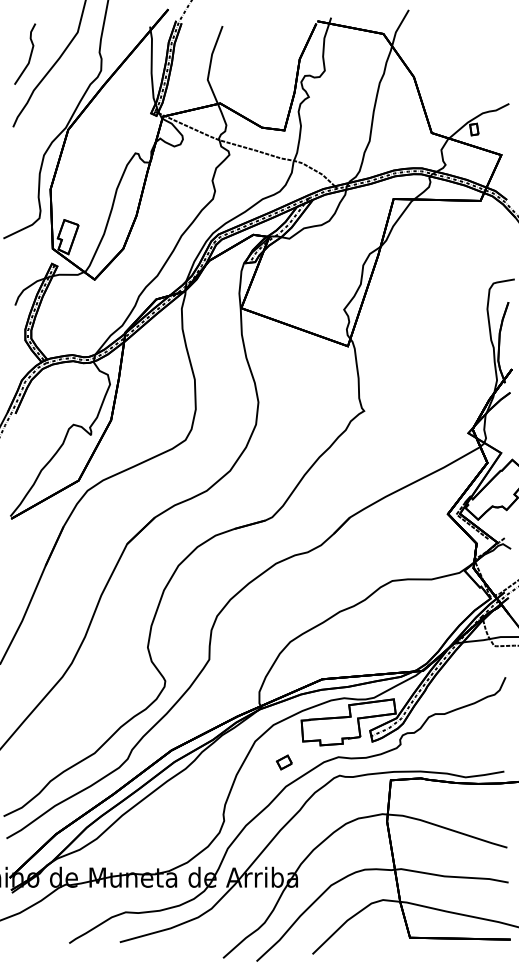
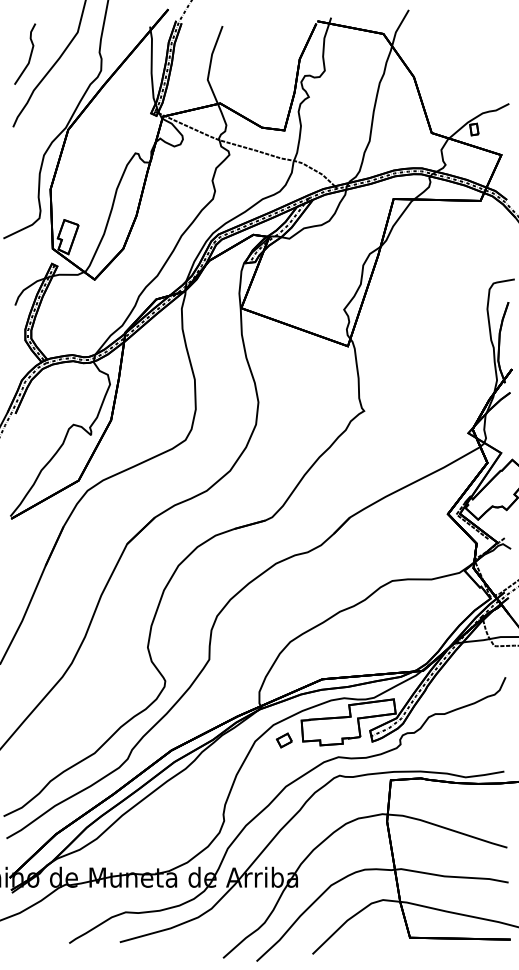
part at (283, 762) position: (283, 762) -> (283, 740)
